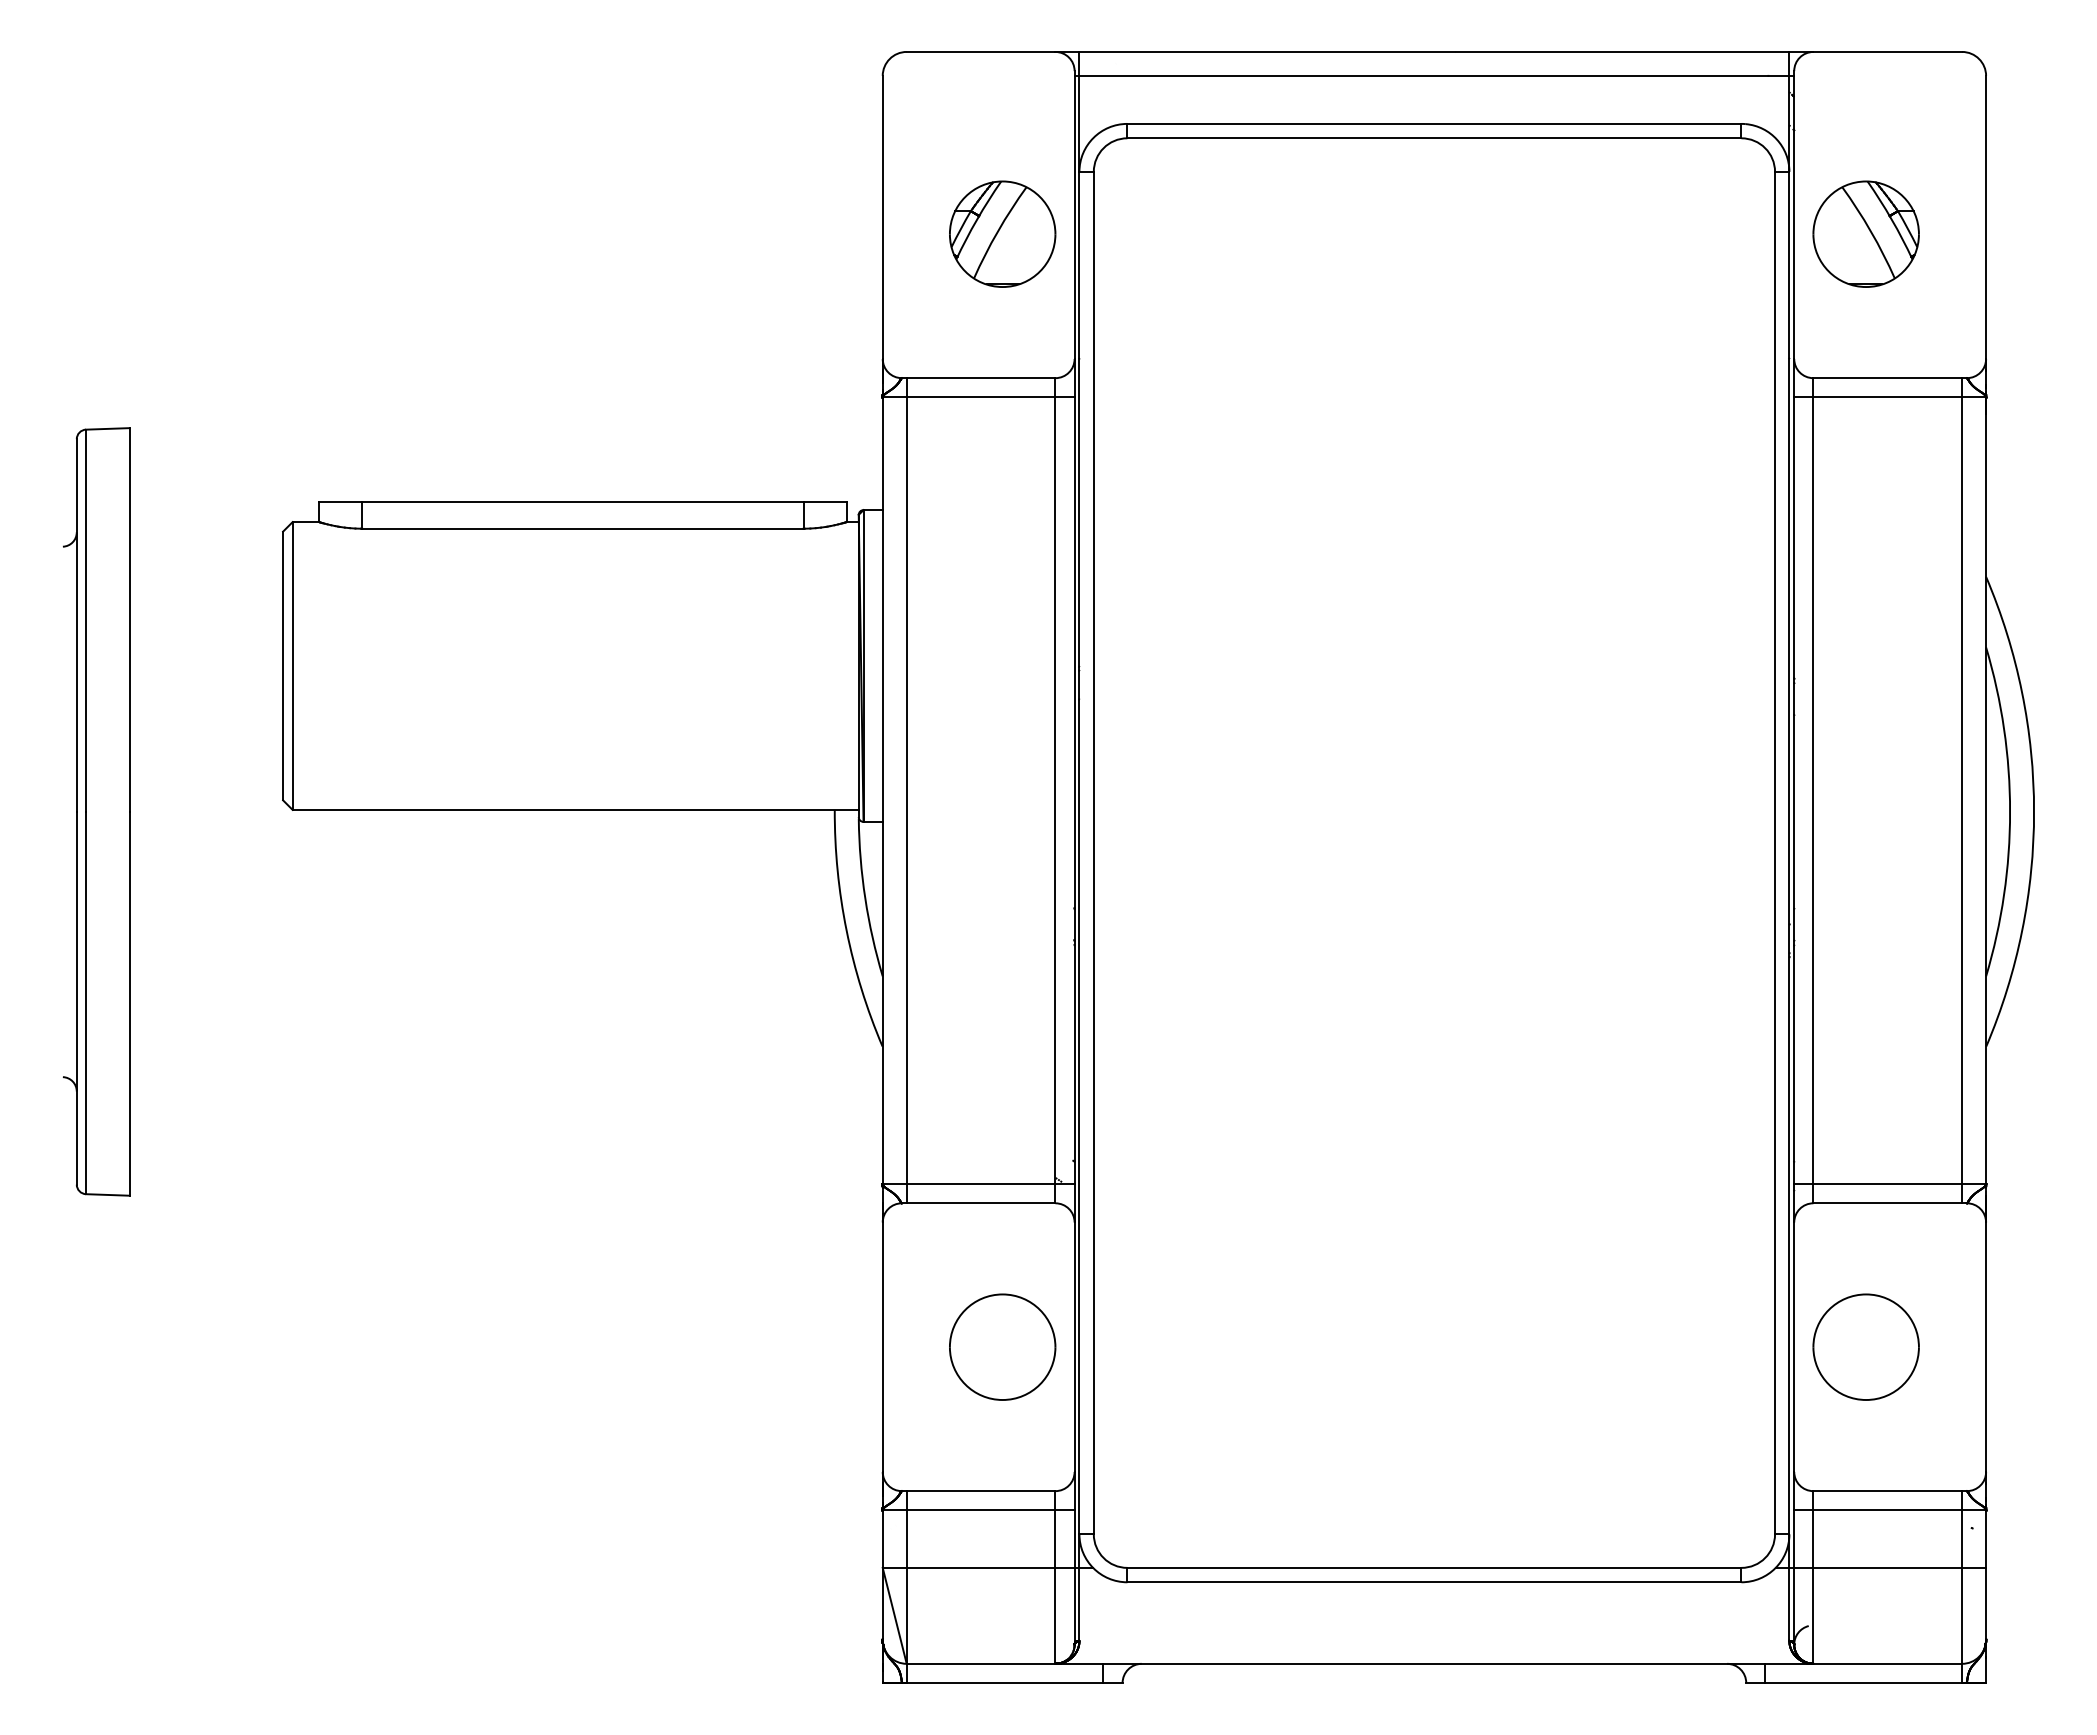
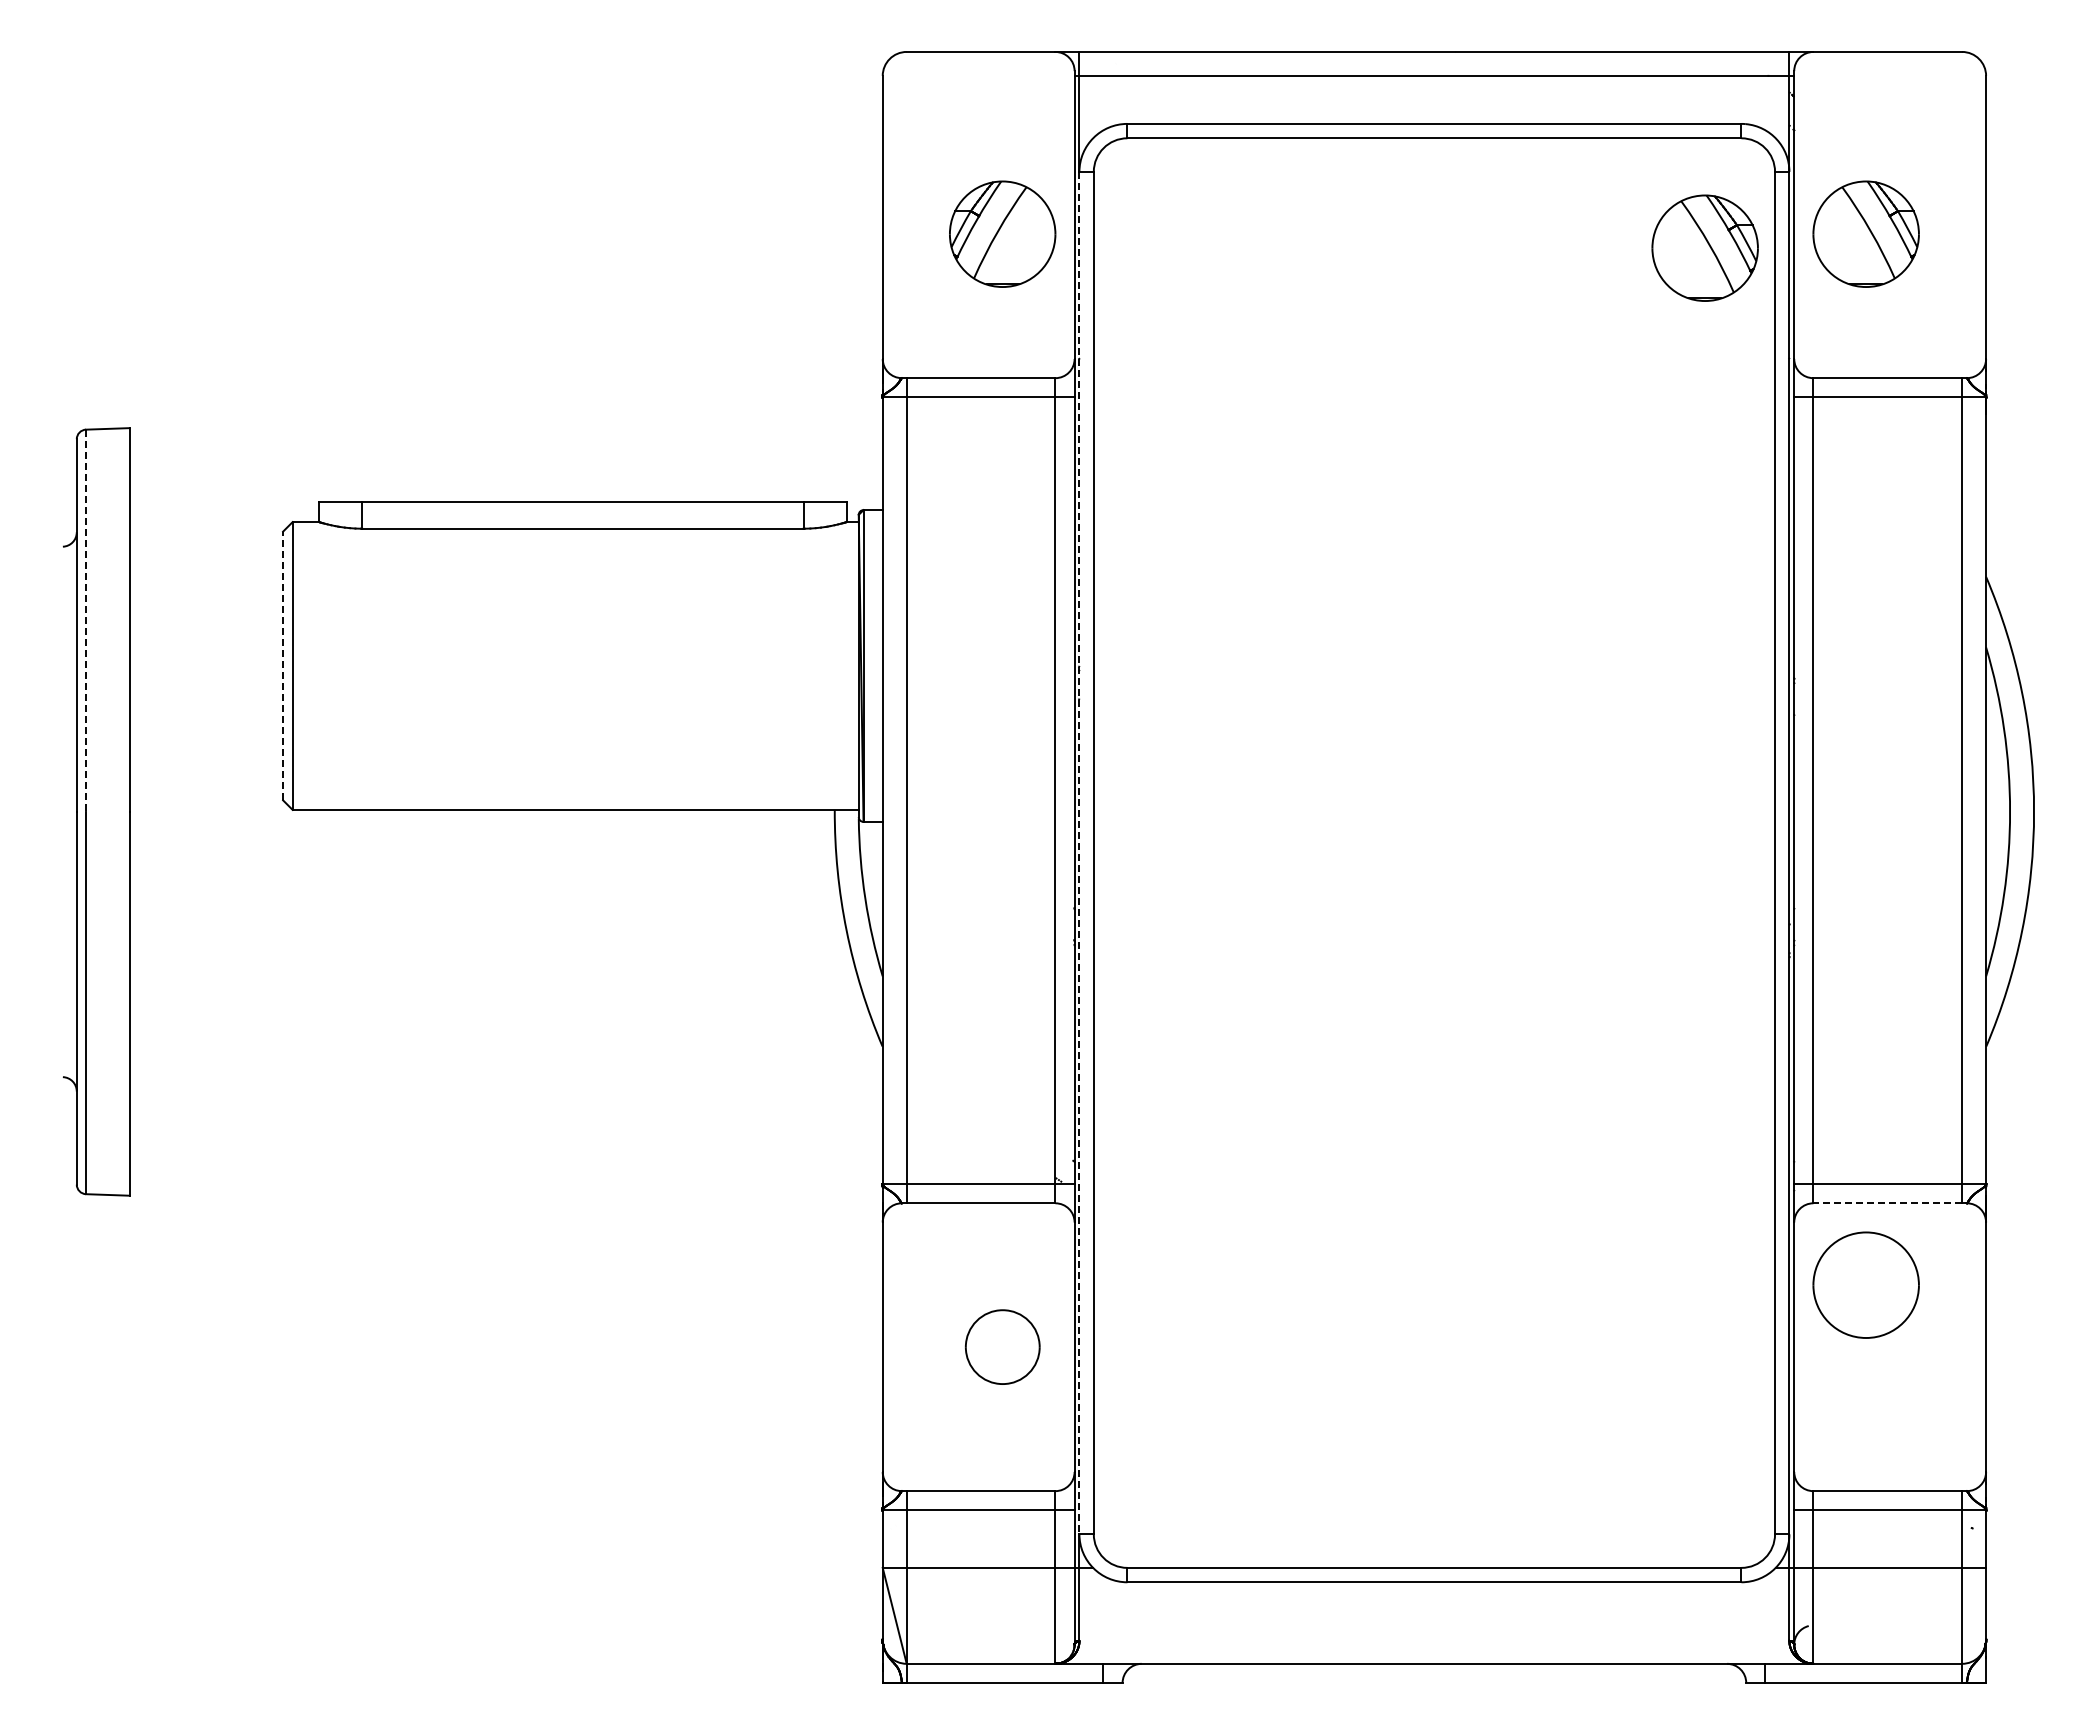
part at (1704, 247): none -> present
line at (86, 621): solid -> dashed
line at (283, 665): solid -> dashed
line at (1079, 853): solid -> dashed
line at (1887, 1203): solid -> dashed
part at (1002, 1346) size: 108x108 px -> 76x76 px
part at (1865, 1346) position: (1865, 1346) -> (1865, 1284)
